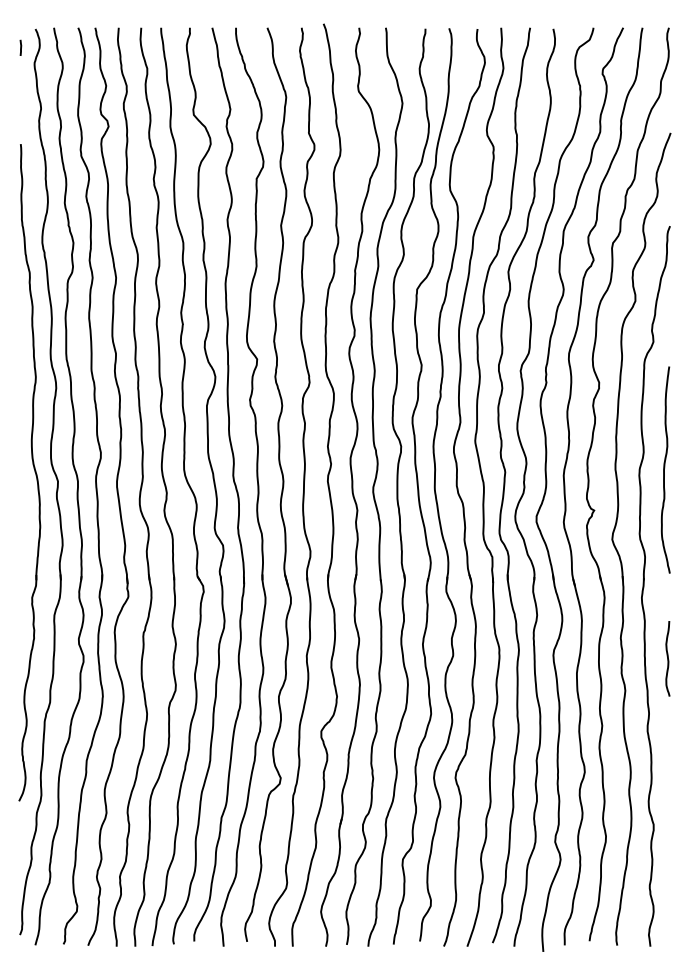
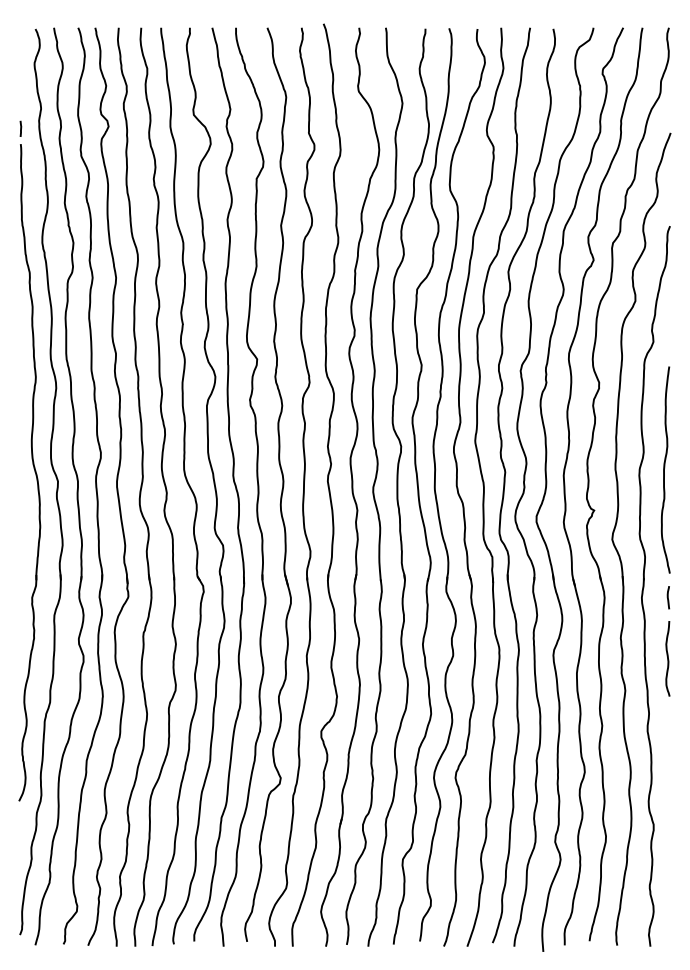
line at (20, 47) position: (20, 47) -> (20, 128)
curve at (668, 597): none -> present
